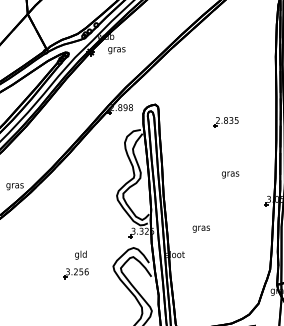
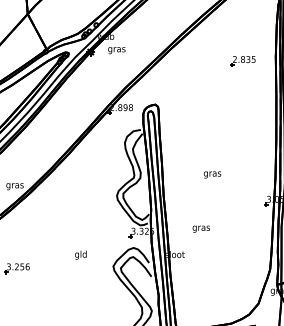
part at (225, 122) position: (225, 122) -> (242, 61)
text at (230, 174) position: (230, 174) -> (212, 174)
part at (75, 273) position: (75, 273) -> (16, 268)
